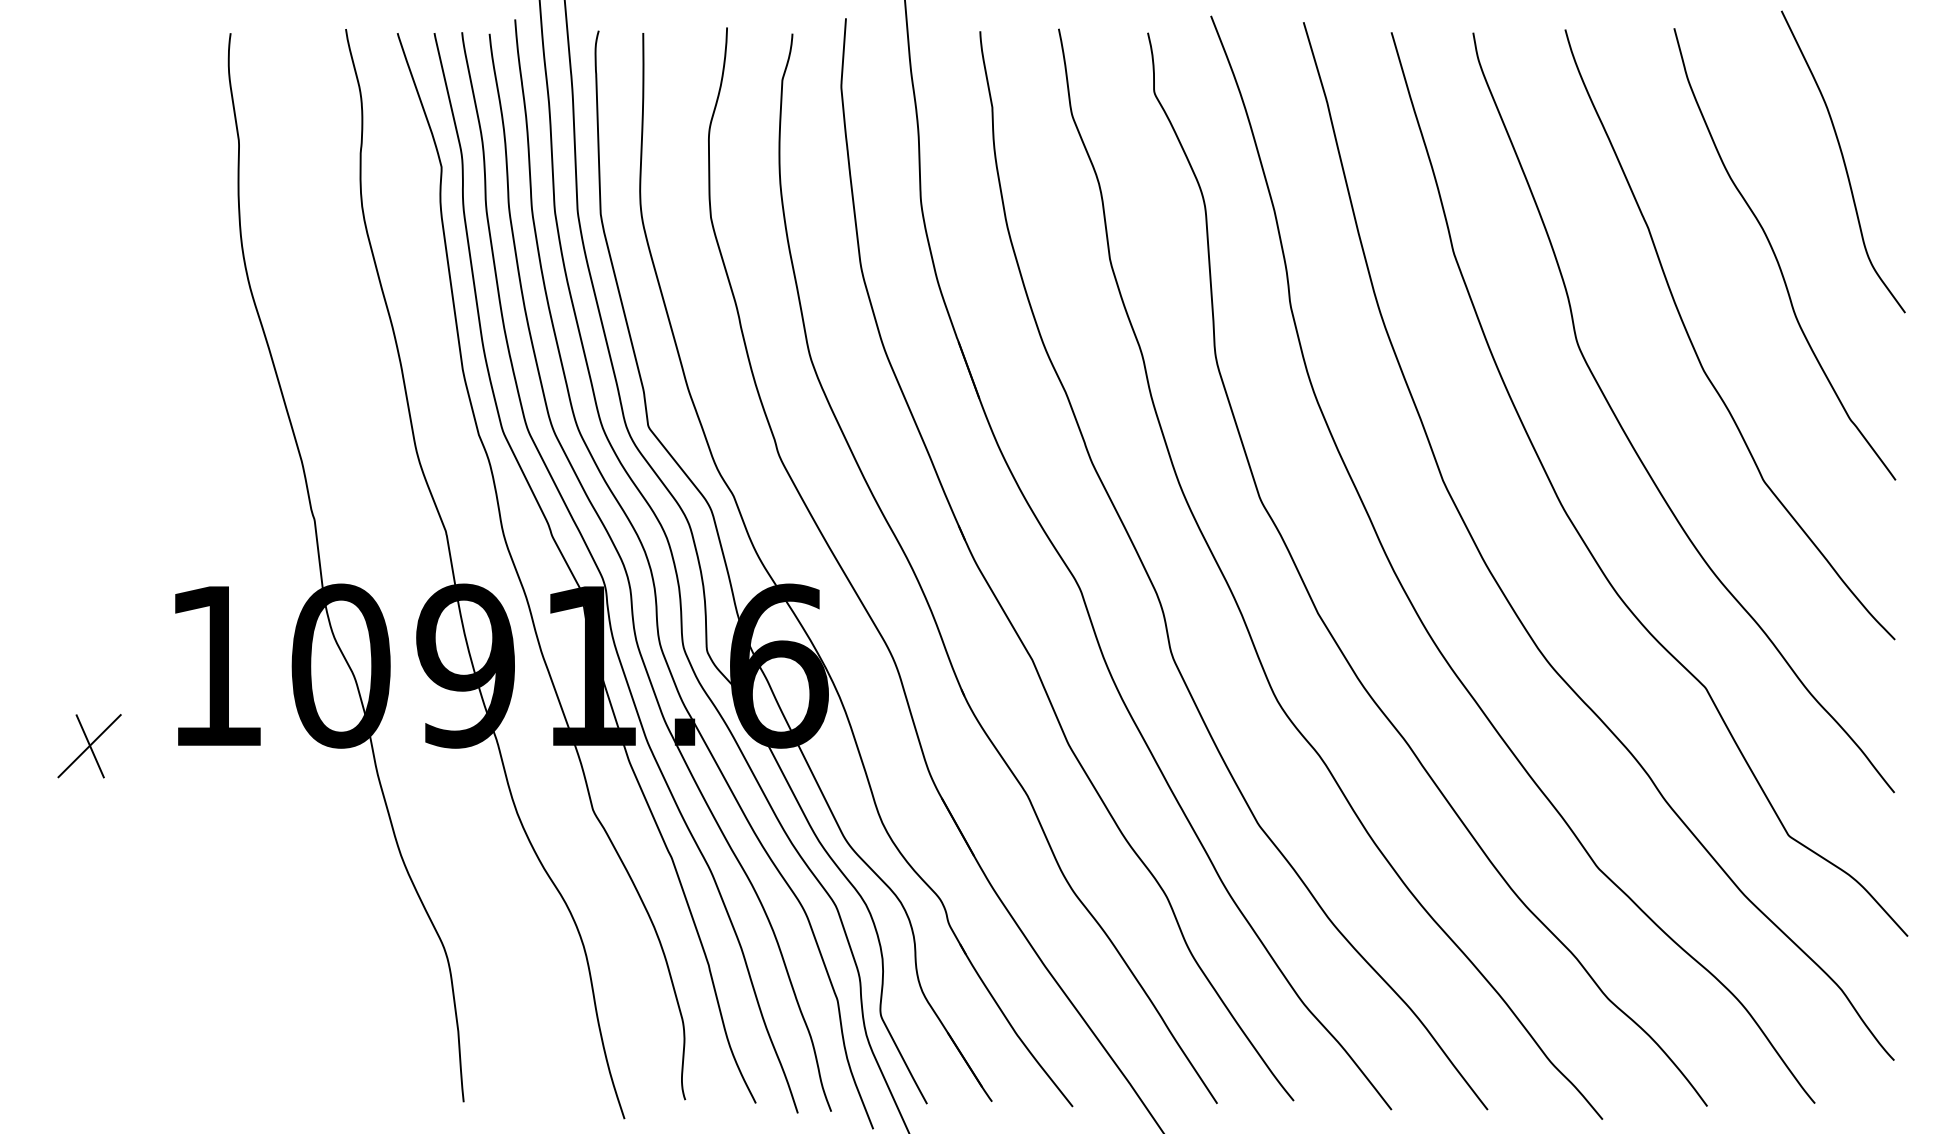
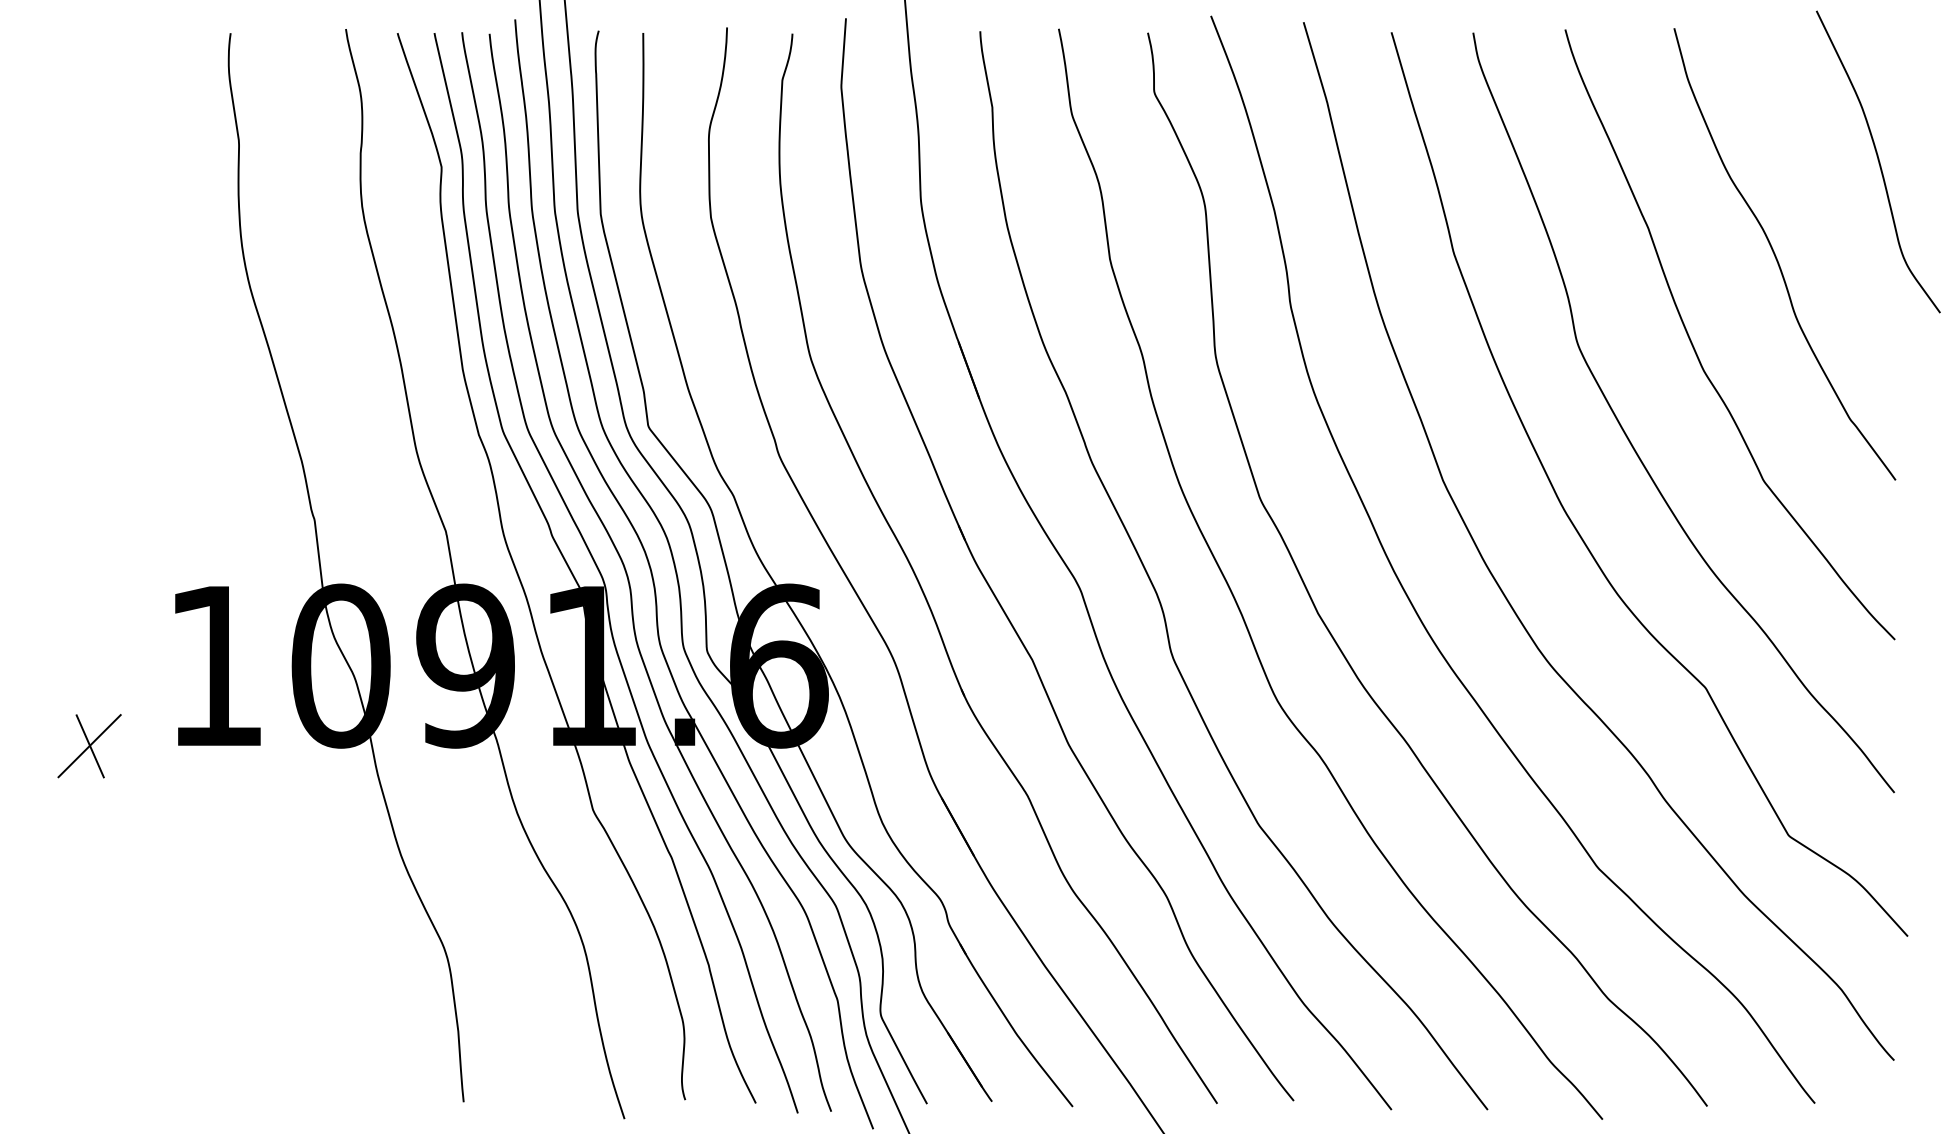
curve at (1843, 161) position: (1843, 161) -> (1878, 161)
